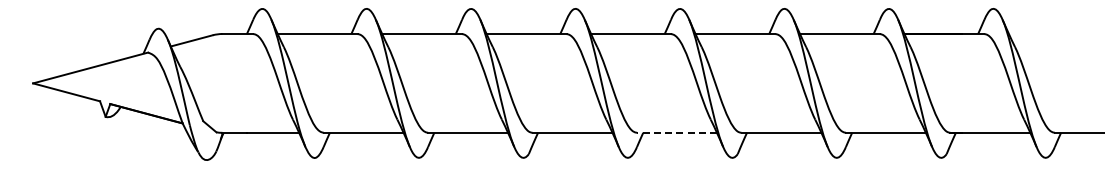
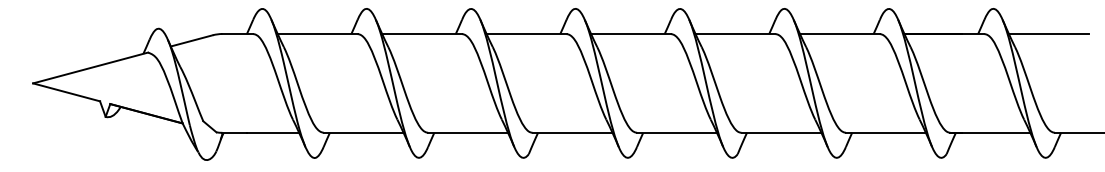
line at (1048, 34): none -> present
line at (677, 132): dashed -> solid
